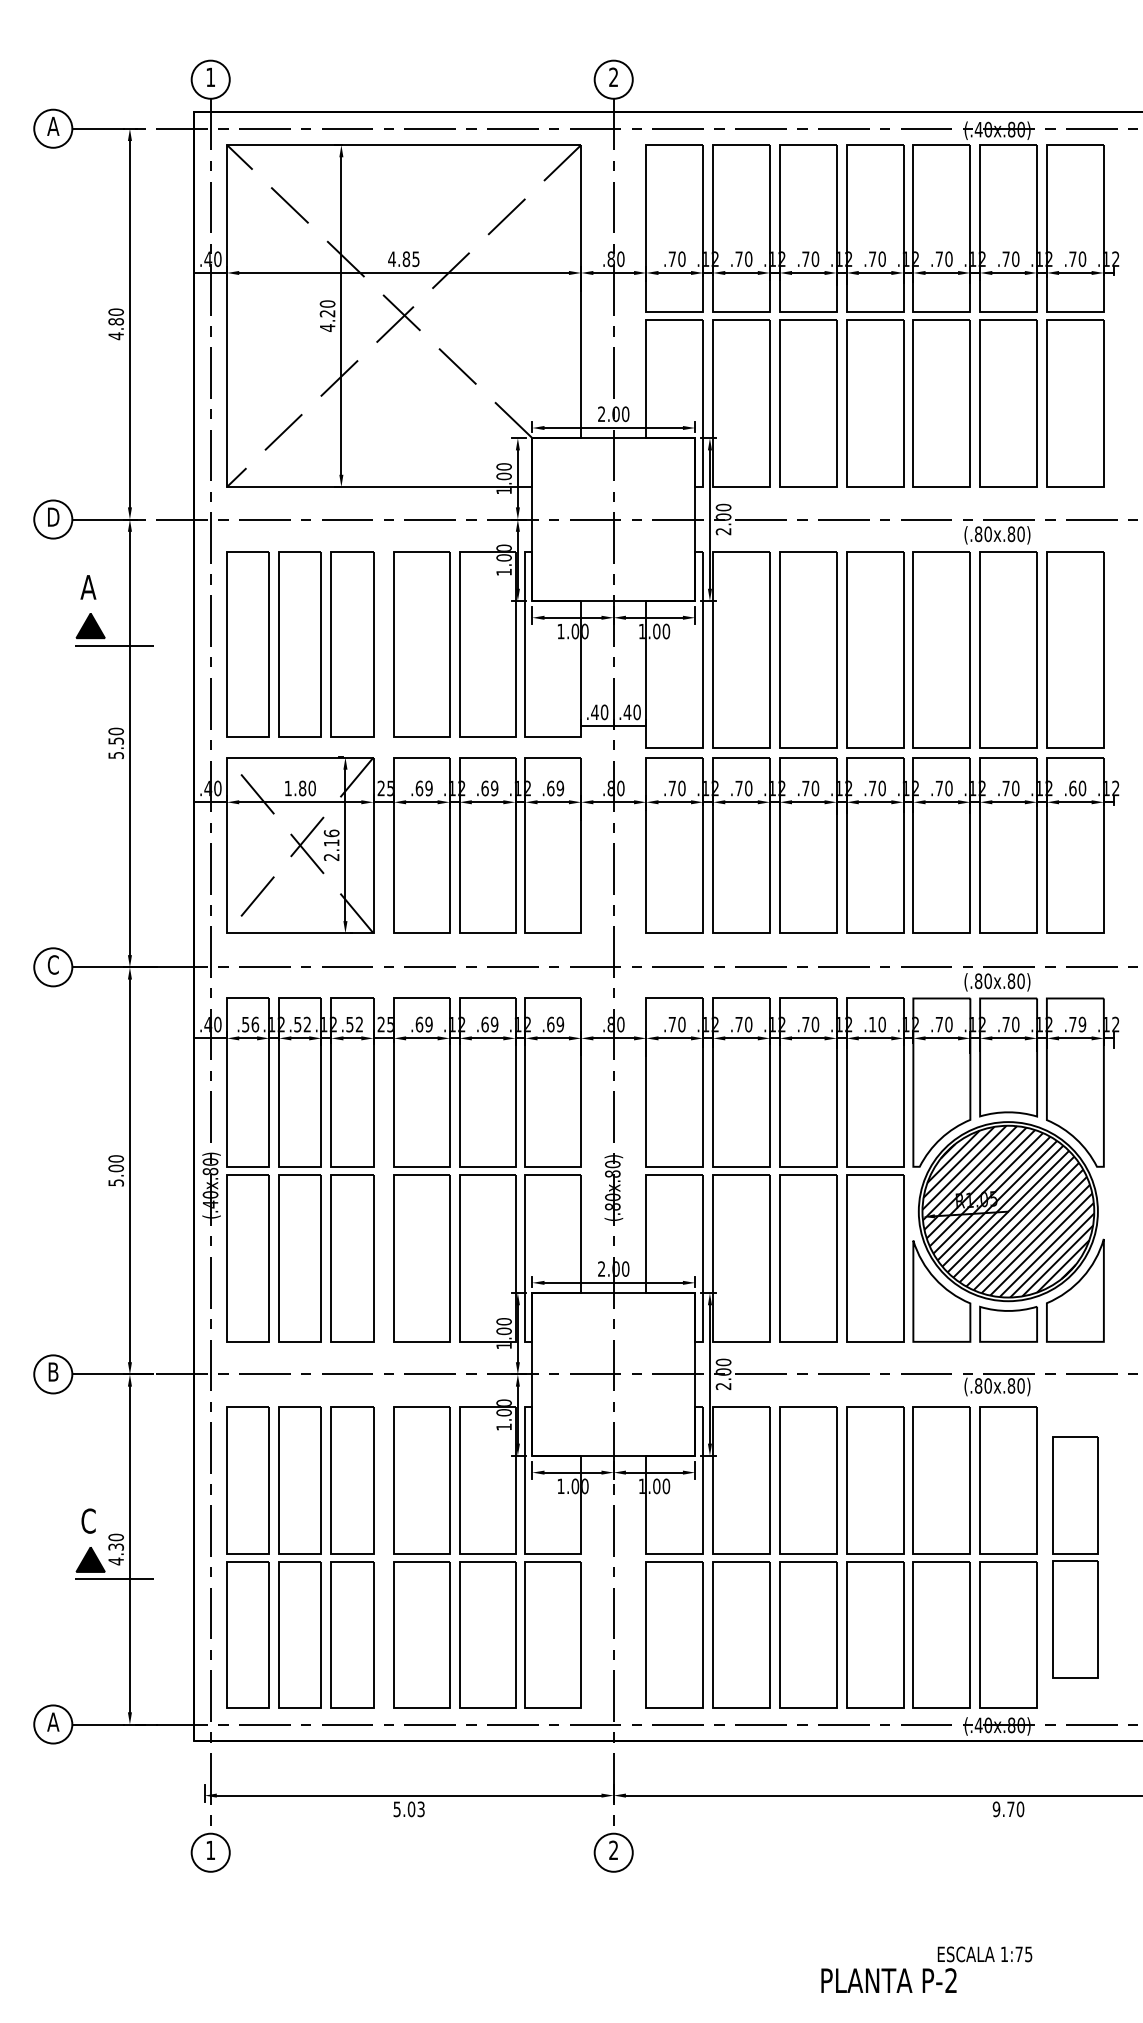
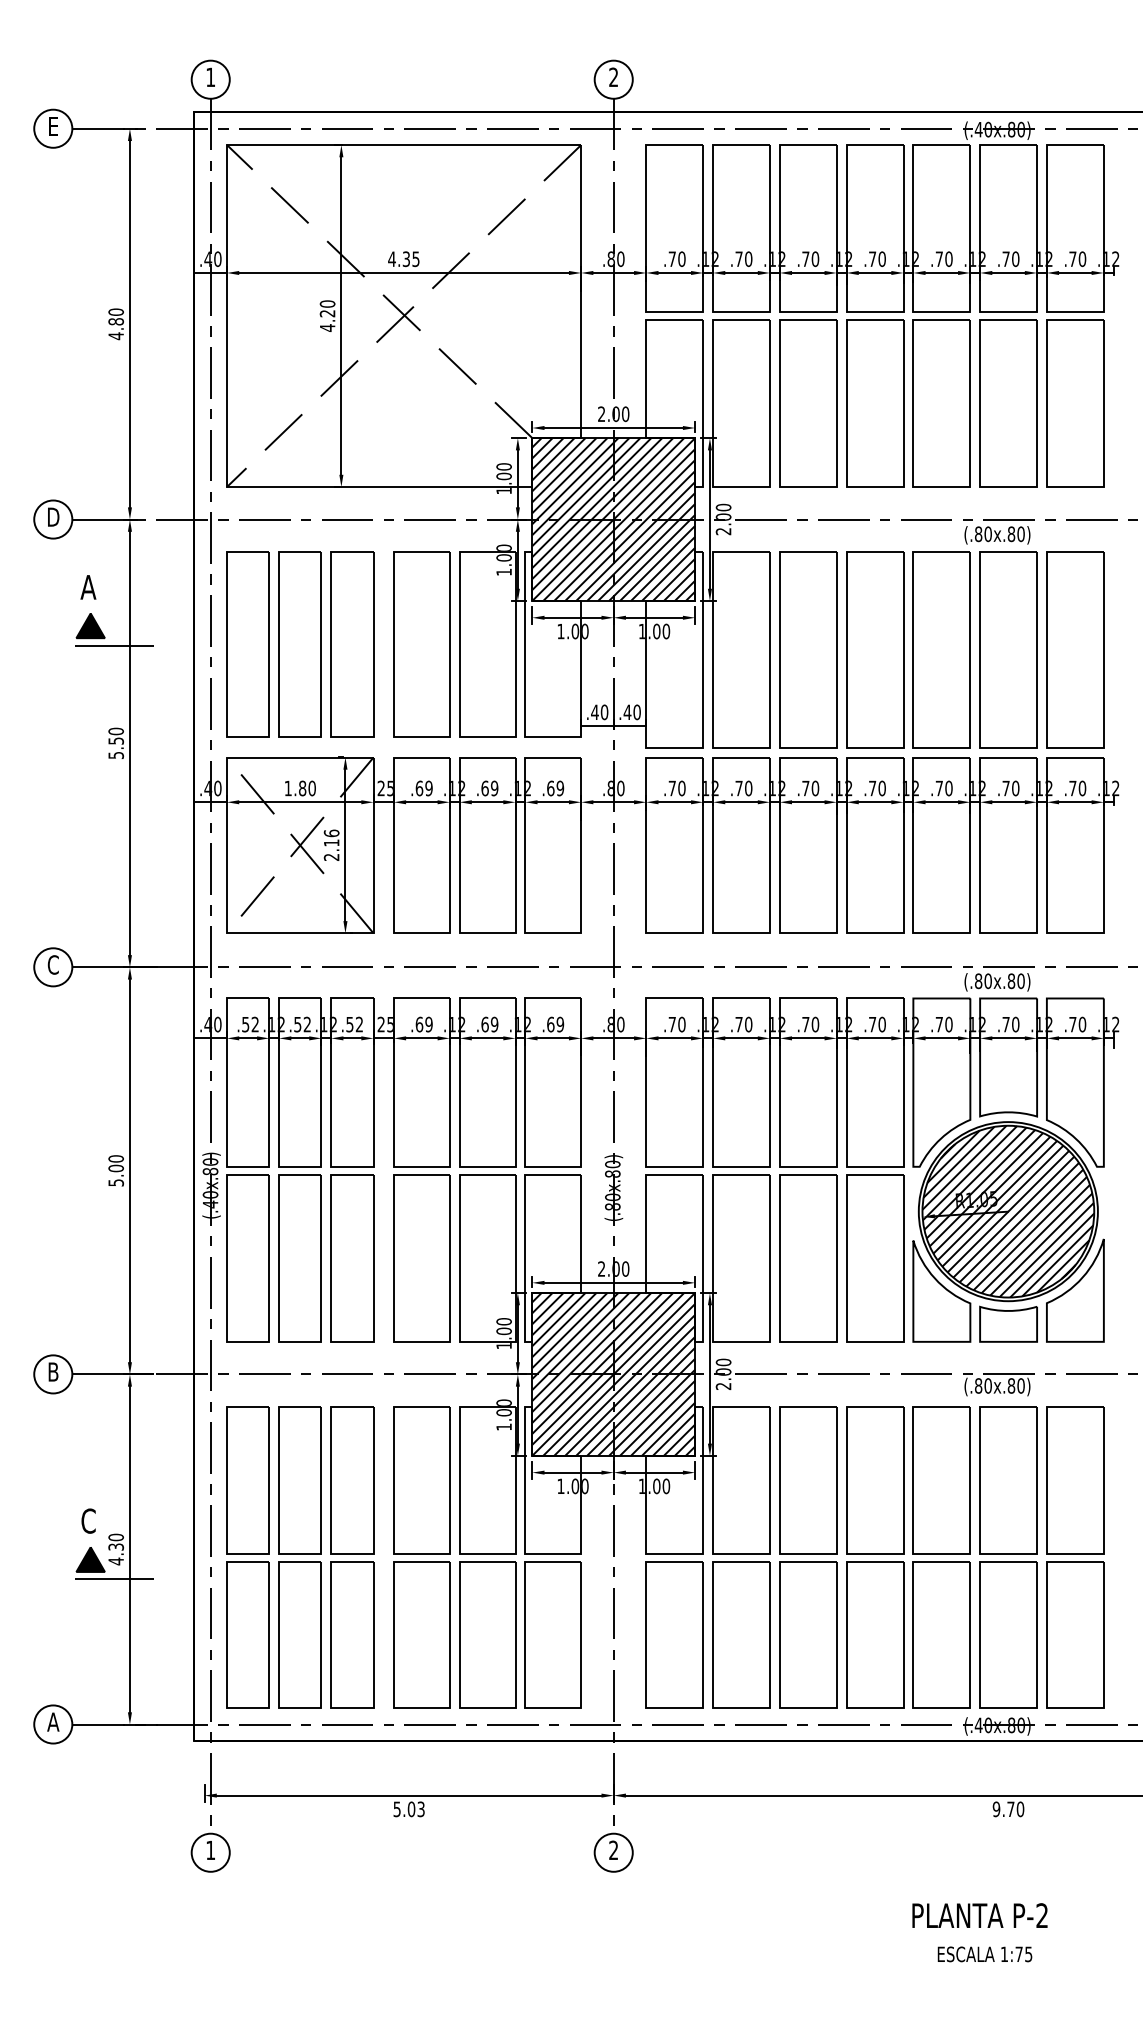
text at (53, 125): A -> E
text at (406, 258): 4.85 -> 4.35
hatch at (613, 519): none -> present
text at (1072, 788): .60 -> .70
text at (255, 1024): .56 -> .52
text at (872, 1024): .10 -> .70
text at (1081, 1024): .79 -> .70
hatch at (613, 1374): none -> present
part at (1075, 1557) size: 47x243 px -> 59x303 px
text at (888, 1980) position: (888, 1980) -> (979, 1915)
